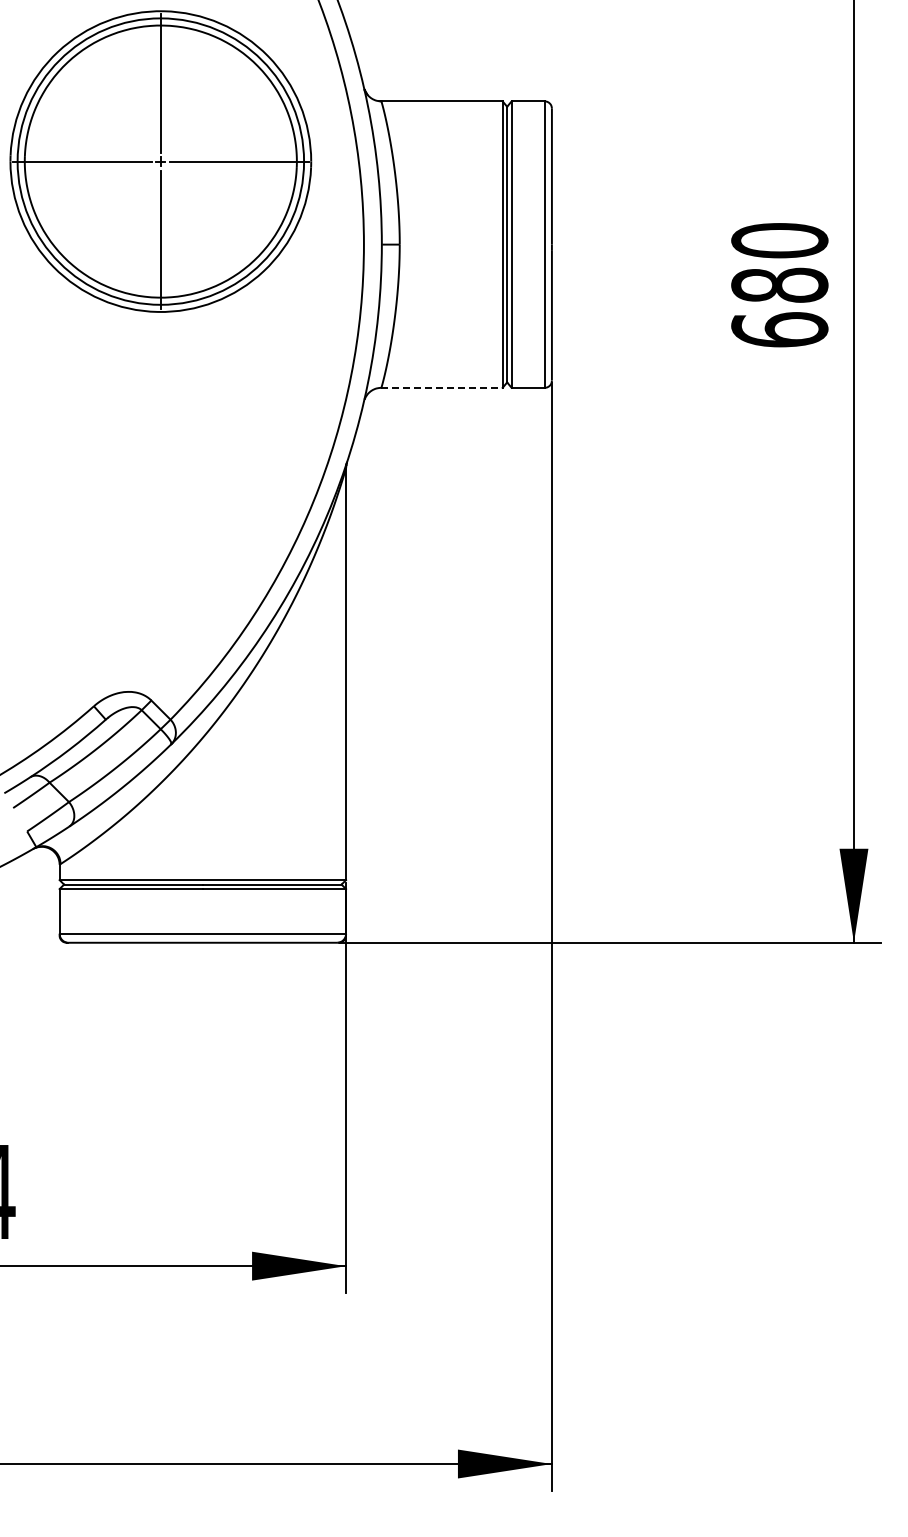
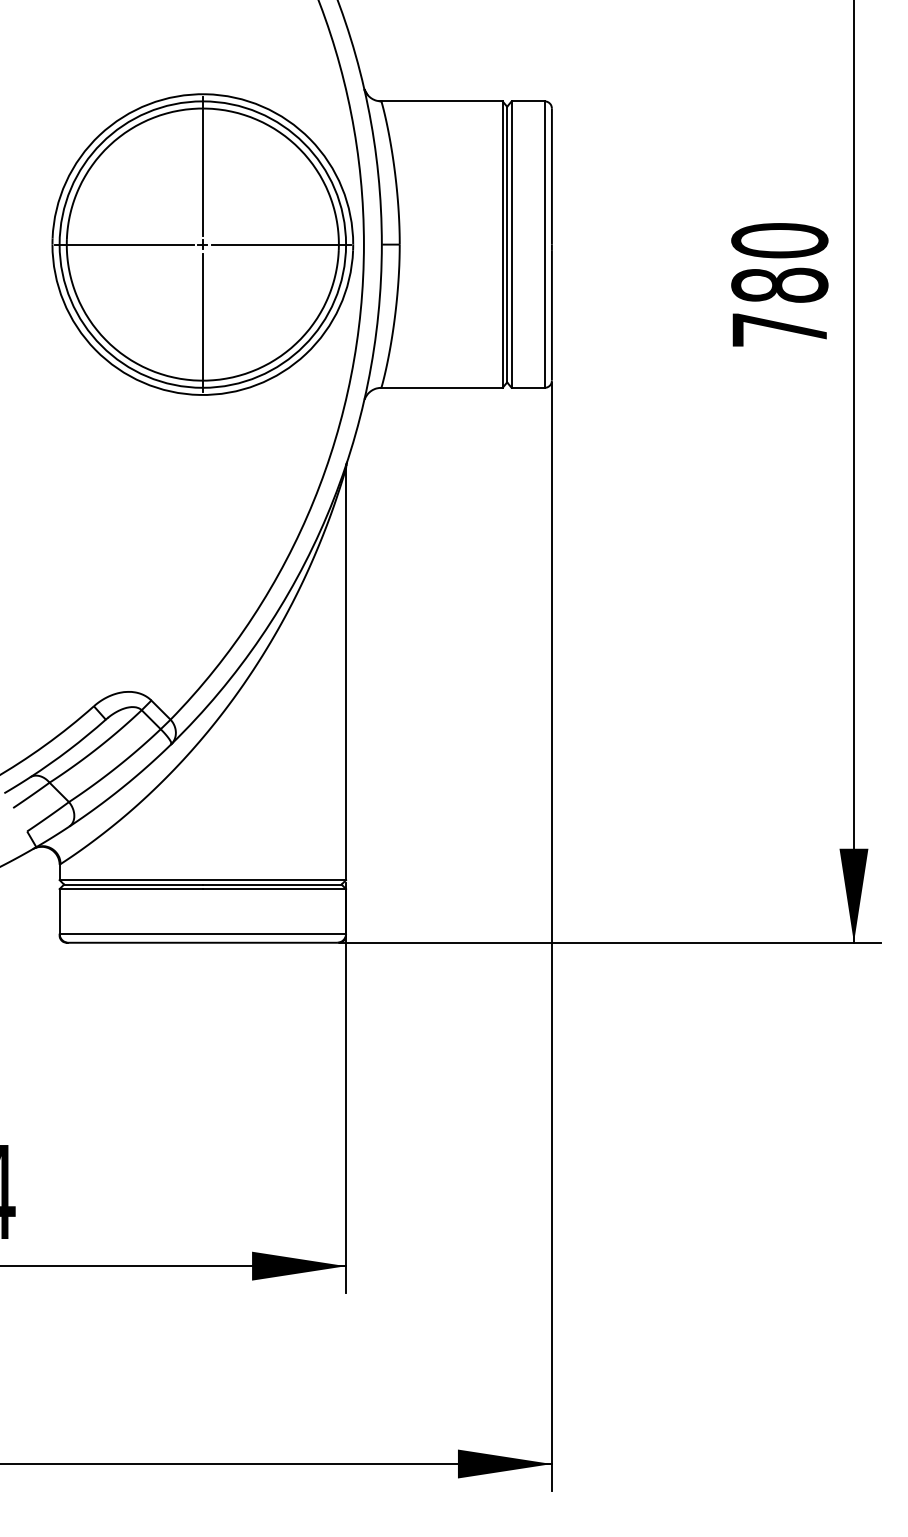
part at (160, 161) position: (160, 161) -> (202, 244)
text at (779, 329): 680 -> 780
line at (442, 387): dashed -> solid
